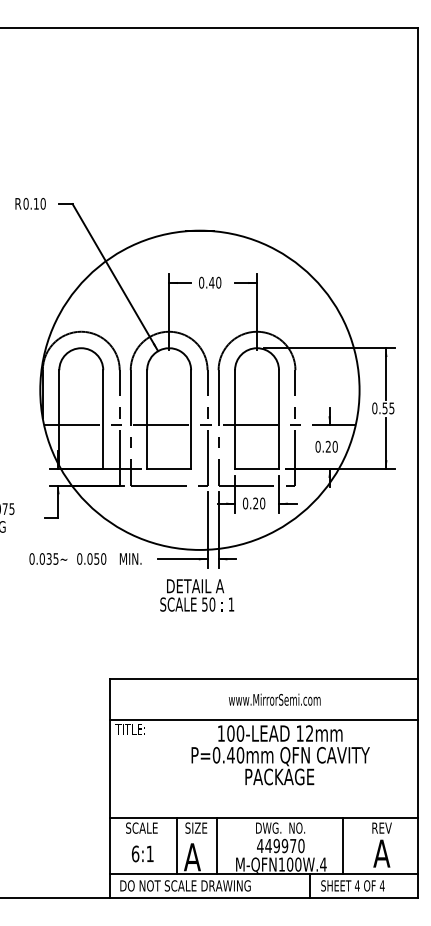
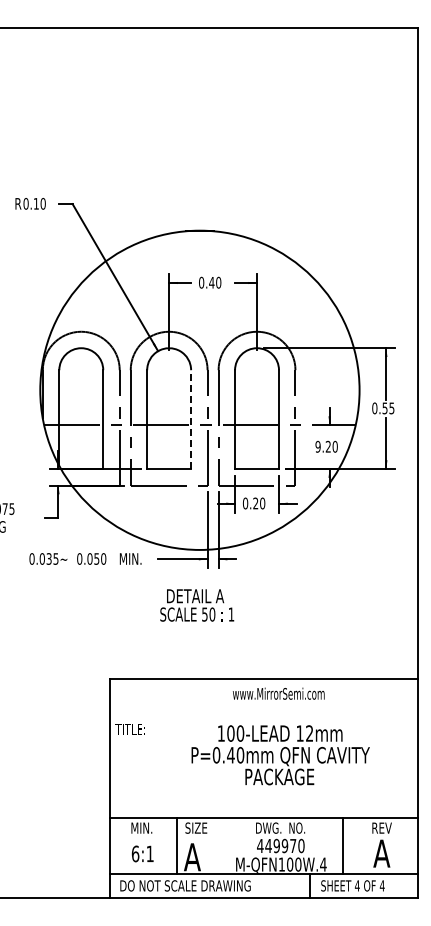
line at (191, 419): solid -> dashed
text at (317, 446): 0.20 -> 9.20
text at (197, 595) position: (197, 595) -> (197, 605)
text at (274, 699) position: (274, 699) -> (278, 693)
line at (263, 719): present -> none
text at (141, 827): SCALE -> MIN.
line at (216, 845): present -> none
